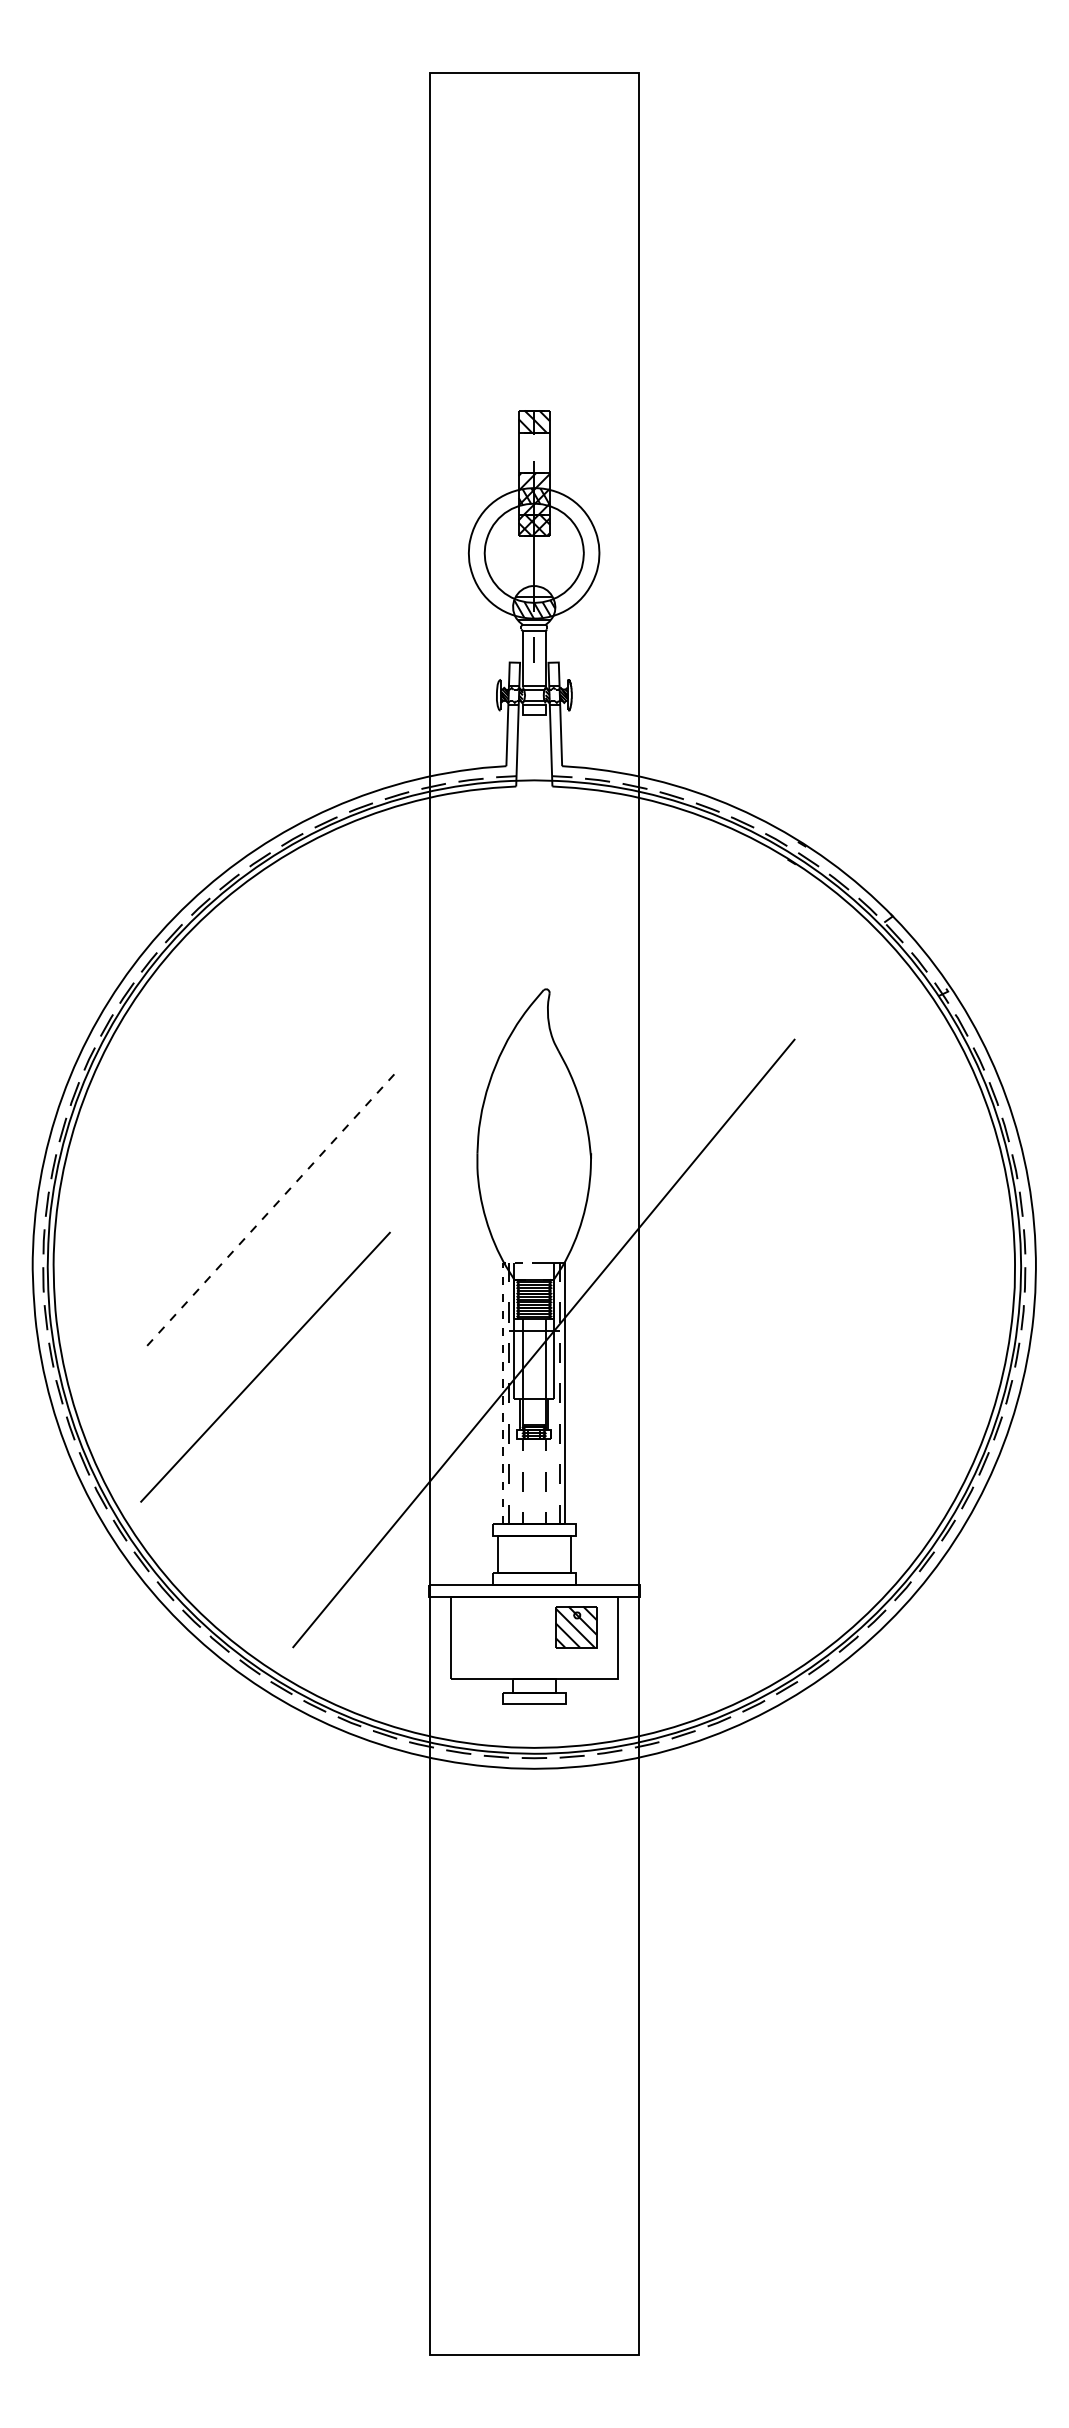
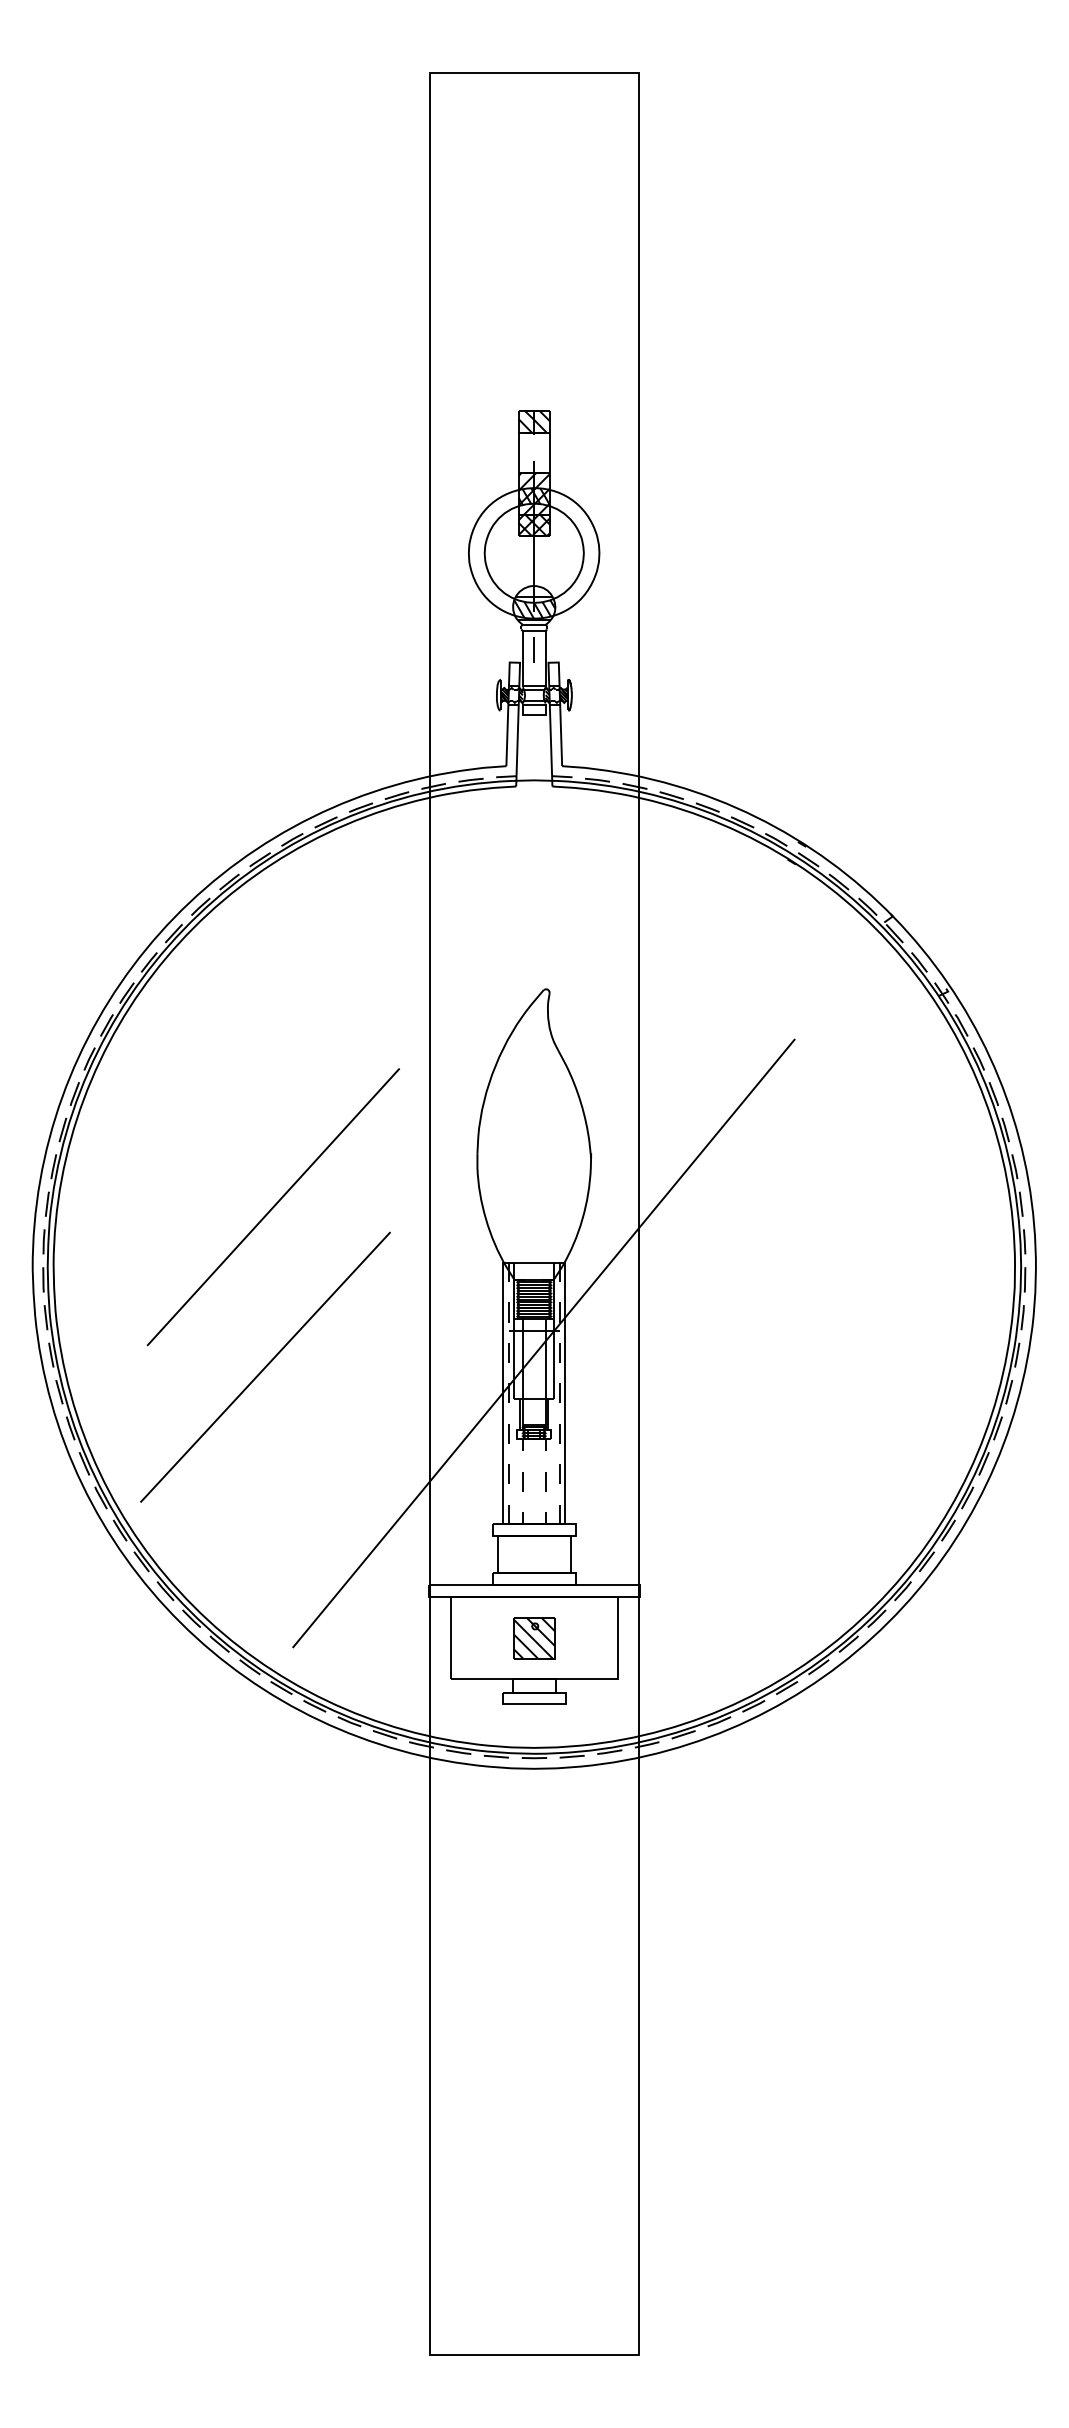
line at (273, 1207): dashed -> solid
line at (503, 1376): dashed -> solid
part at (576, 1627) position: (576, 1627) -> (534, 1638)
